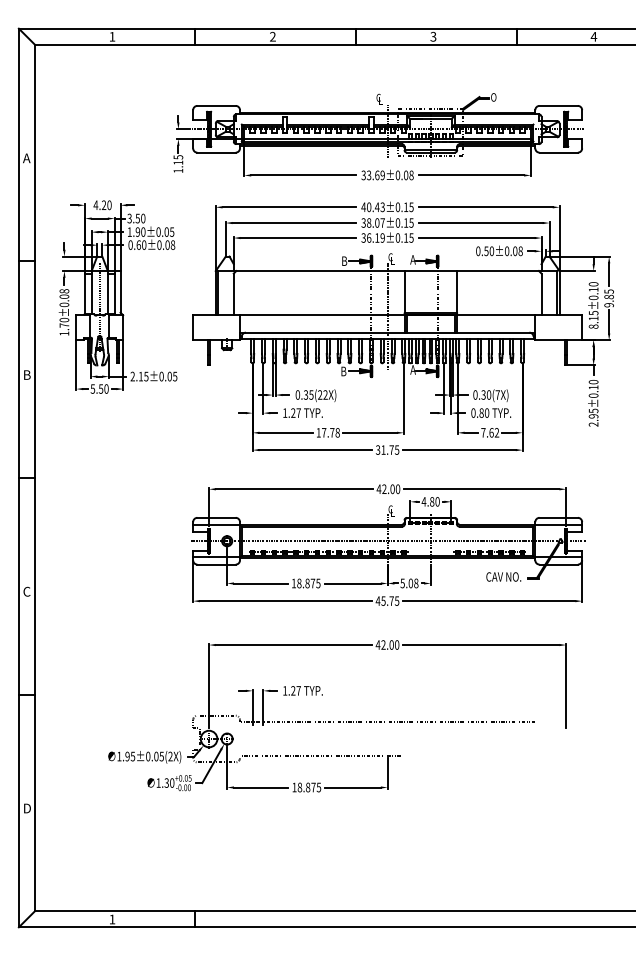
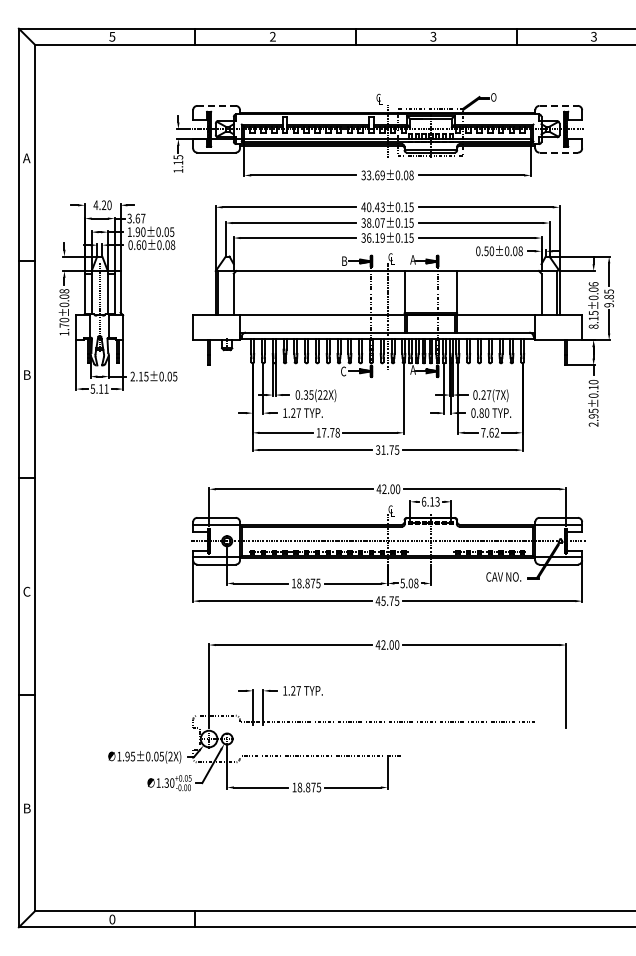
text at (112, 36): 1 -> 5
text at (593, 36): 4 -> 3
line at (217, 105): solid -> dashed
line at (559, 105): solid -> dashed
line at (559, 152): solid -> dashed
text at (140, 218): 3.50 -> 3.67
text at (593, 286): 8.15±0.10 -> 8.15±0.06
text at (343, 371): B -> C
text at (103, 388): 5.50 -> 5.11
text at (486, 394): 0.30(7X) -> 0.27(7X)
text at (430, 501): 4.80 -> 6.13
text at (27, 808): D -> B
text at (112, 919): 1 -> 0
